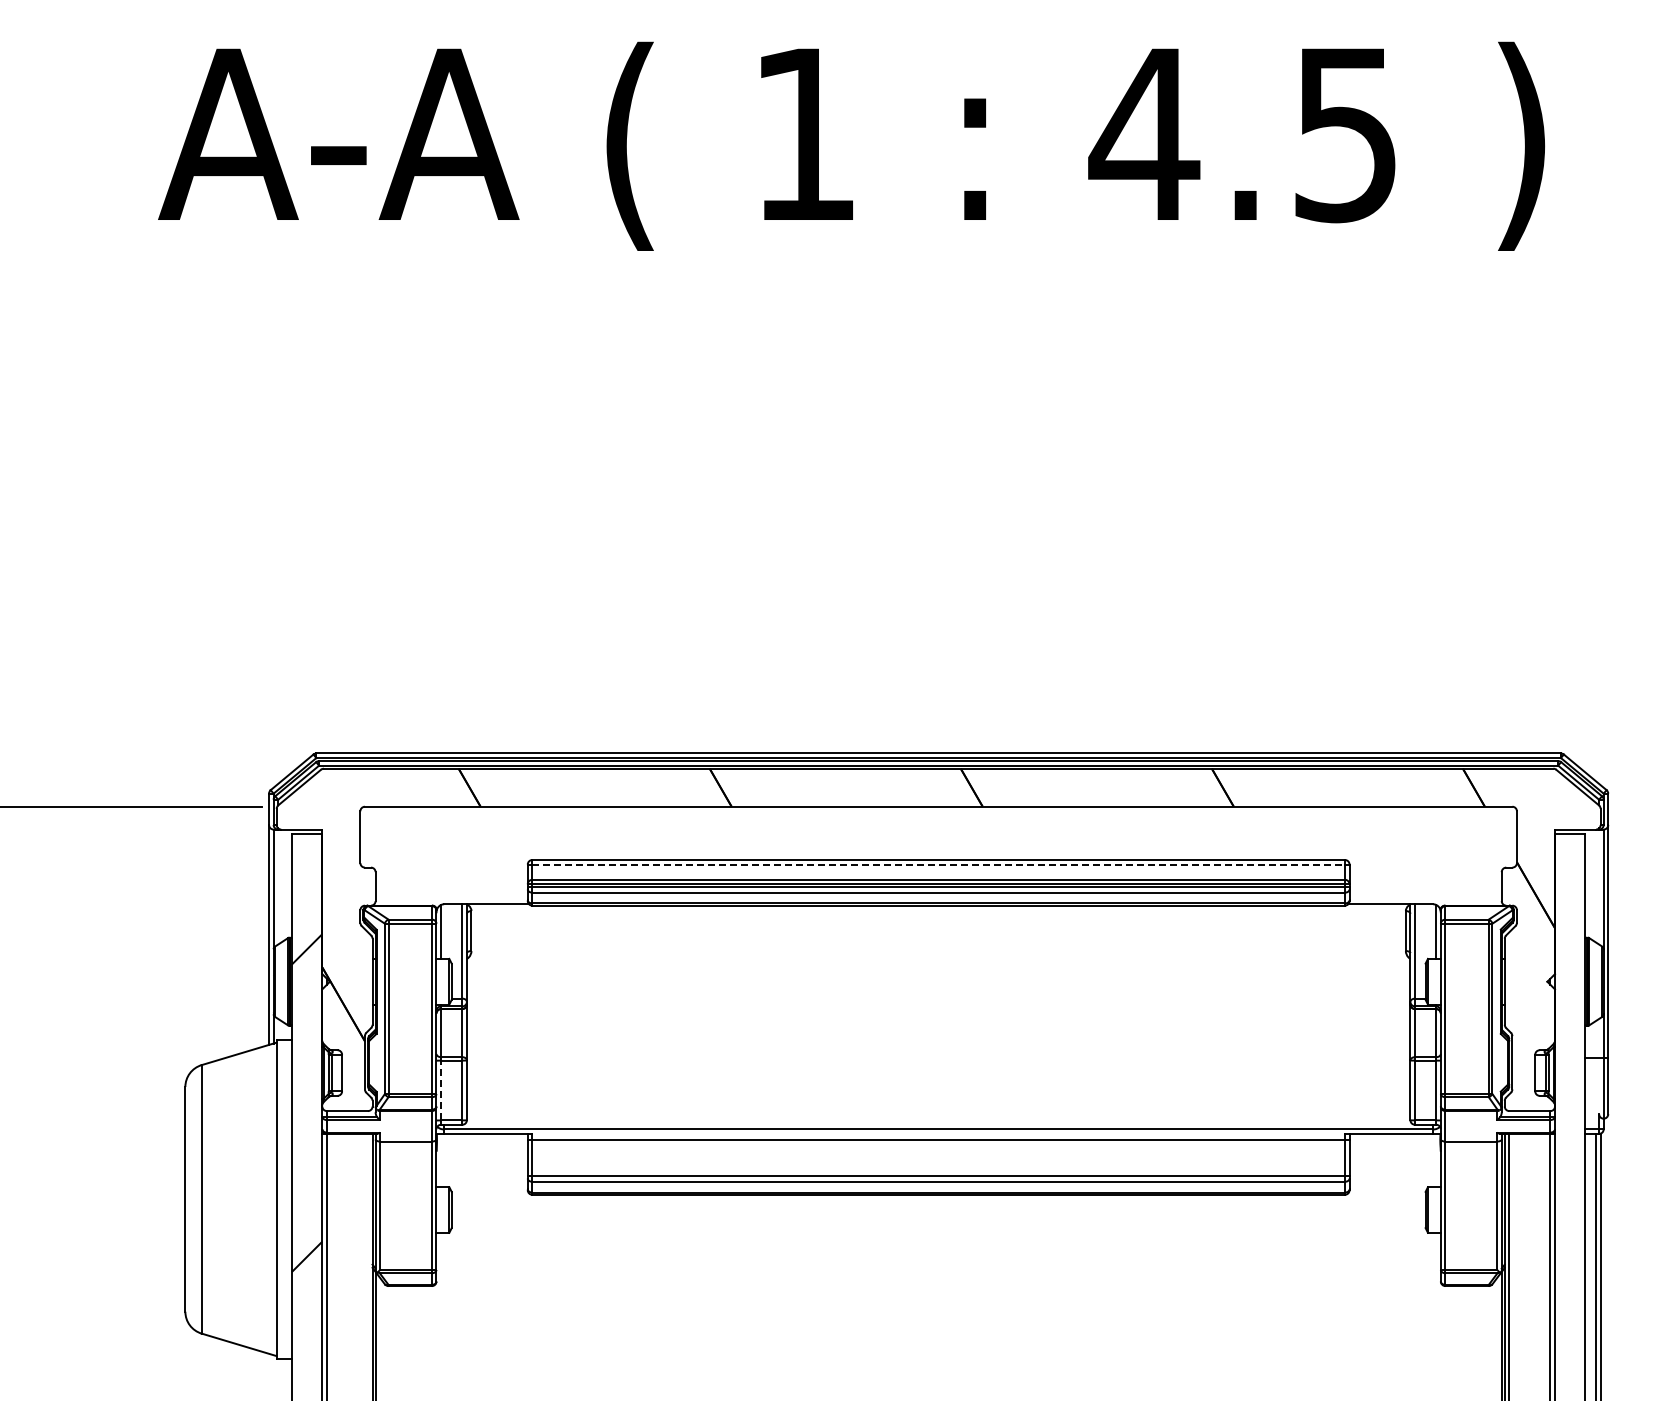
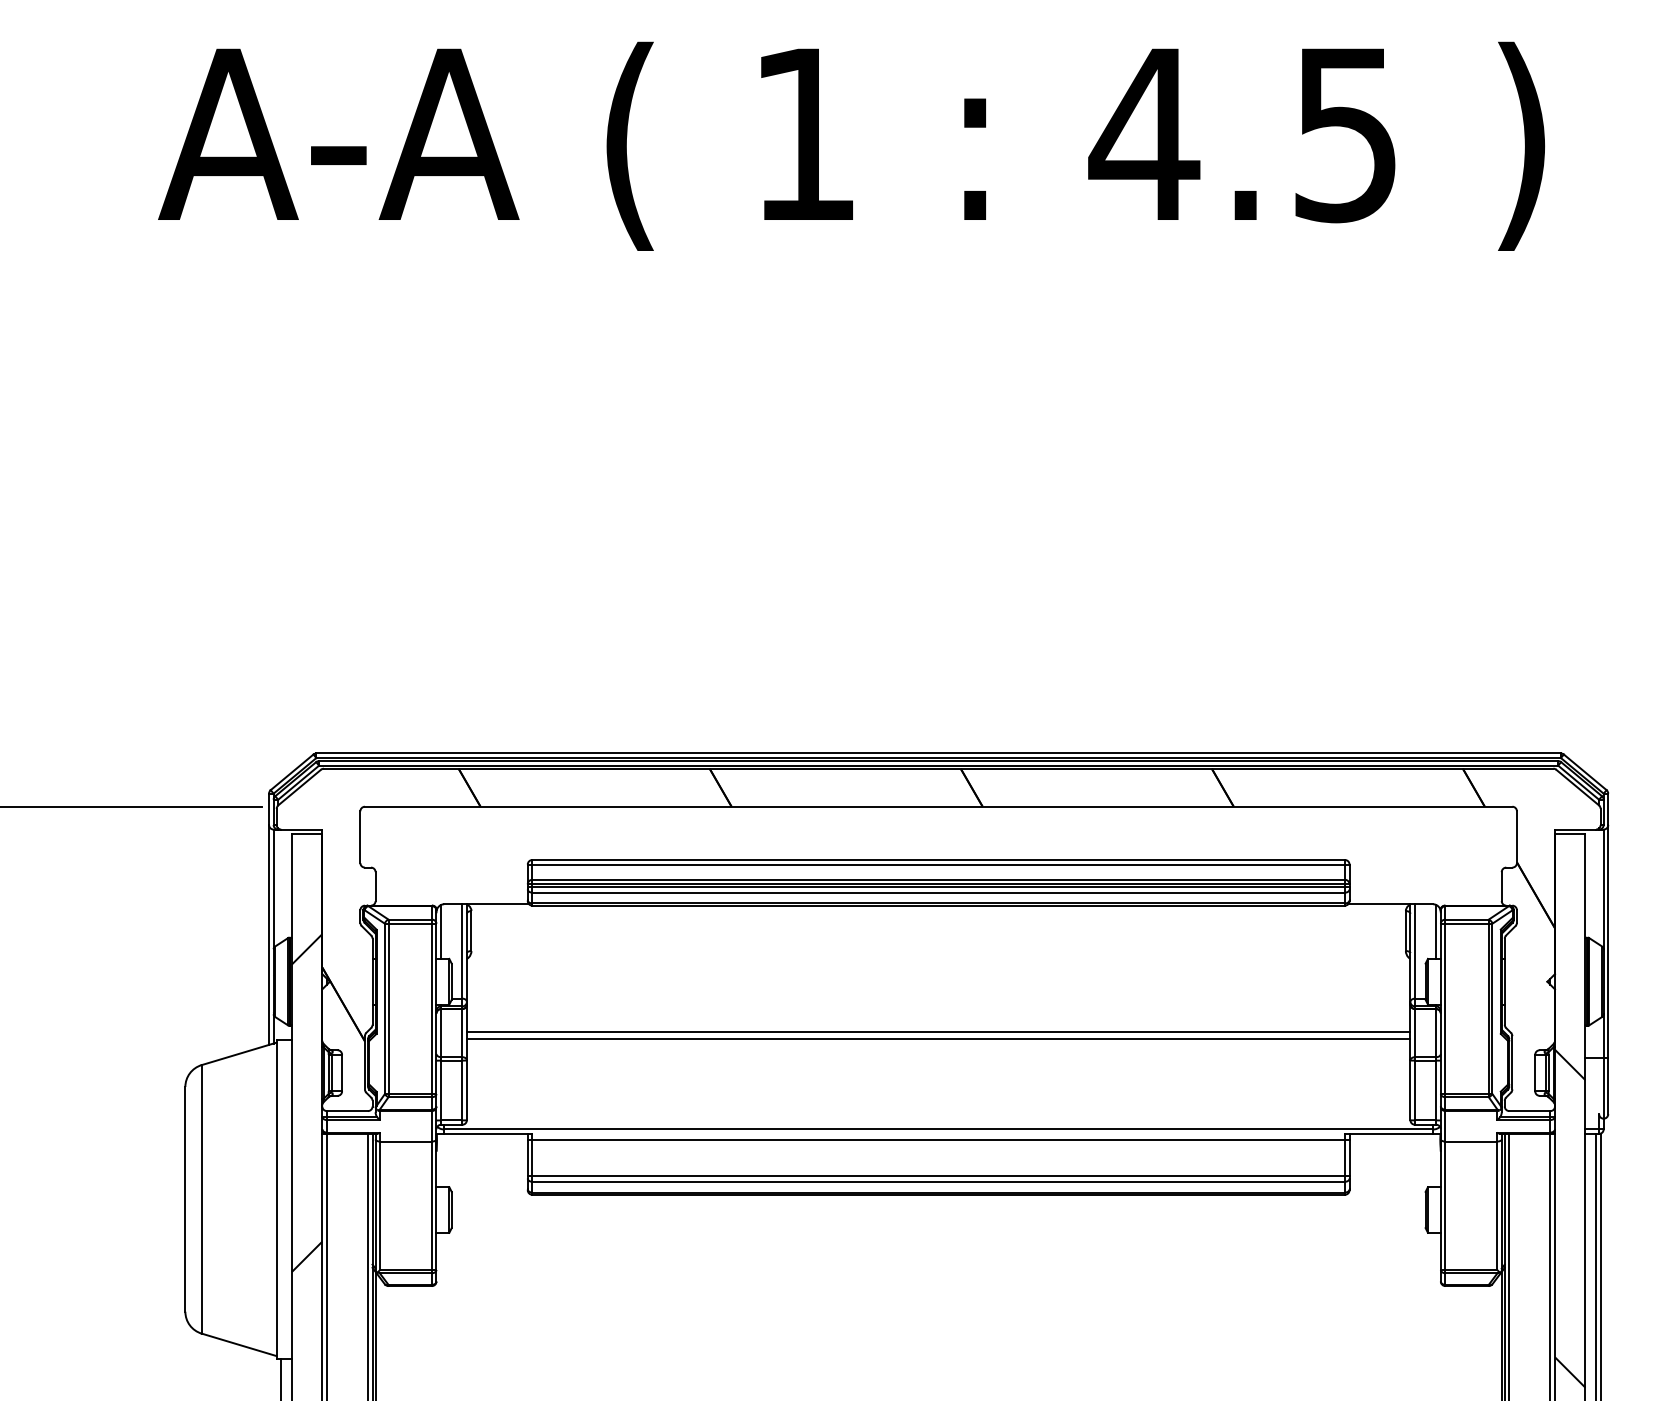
line at (939, 864): dashed -> solid
line at (938, 1032): none -> present
line at (938, 1038): none -> present
line at (441, 1090): dashed -> solid
hatch at (1569, 1218): none -> present
line at (367, 1265): none -> present
line at (281, 1378): none -> present
